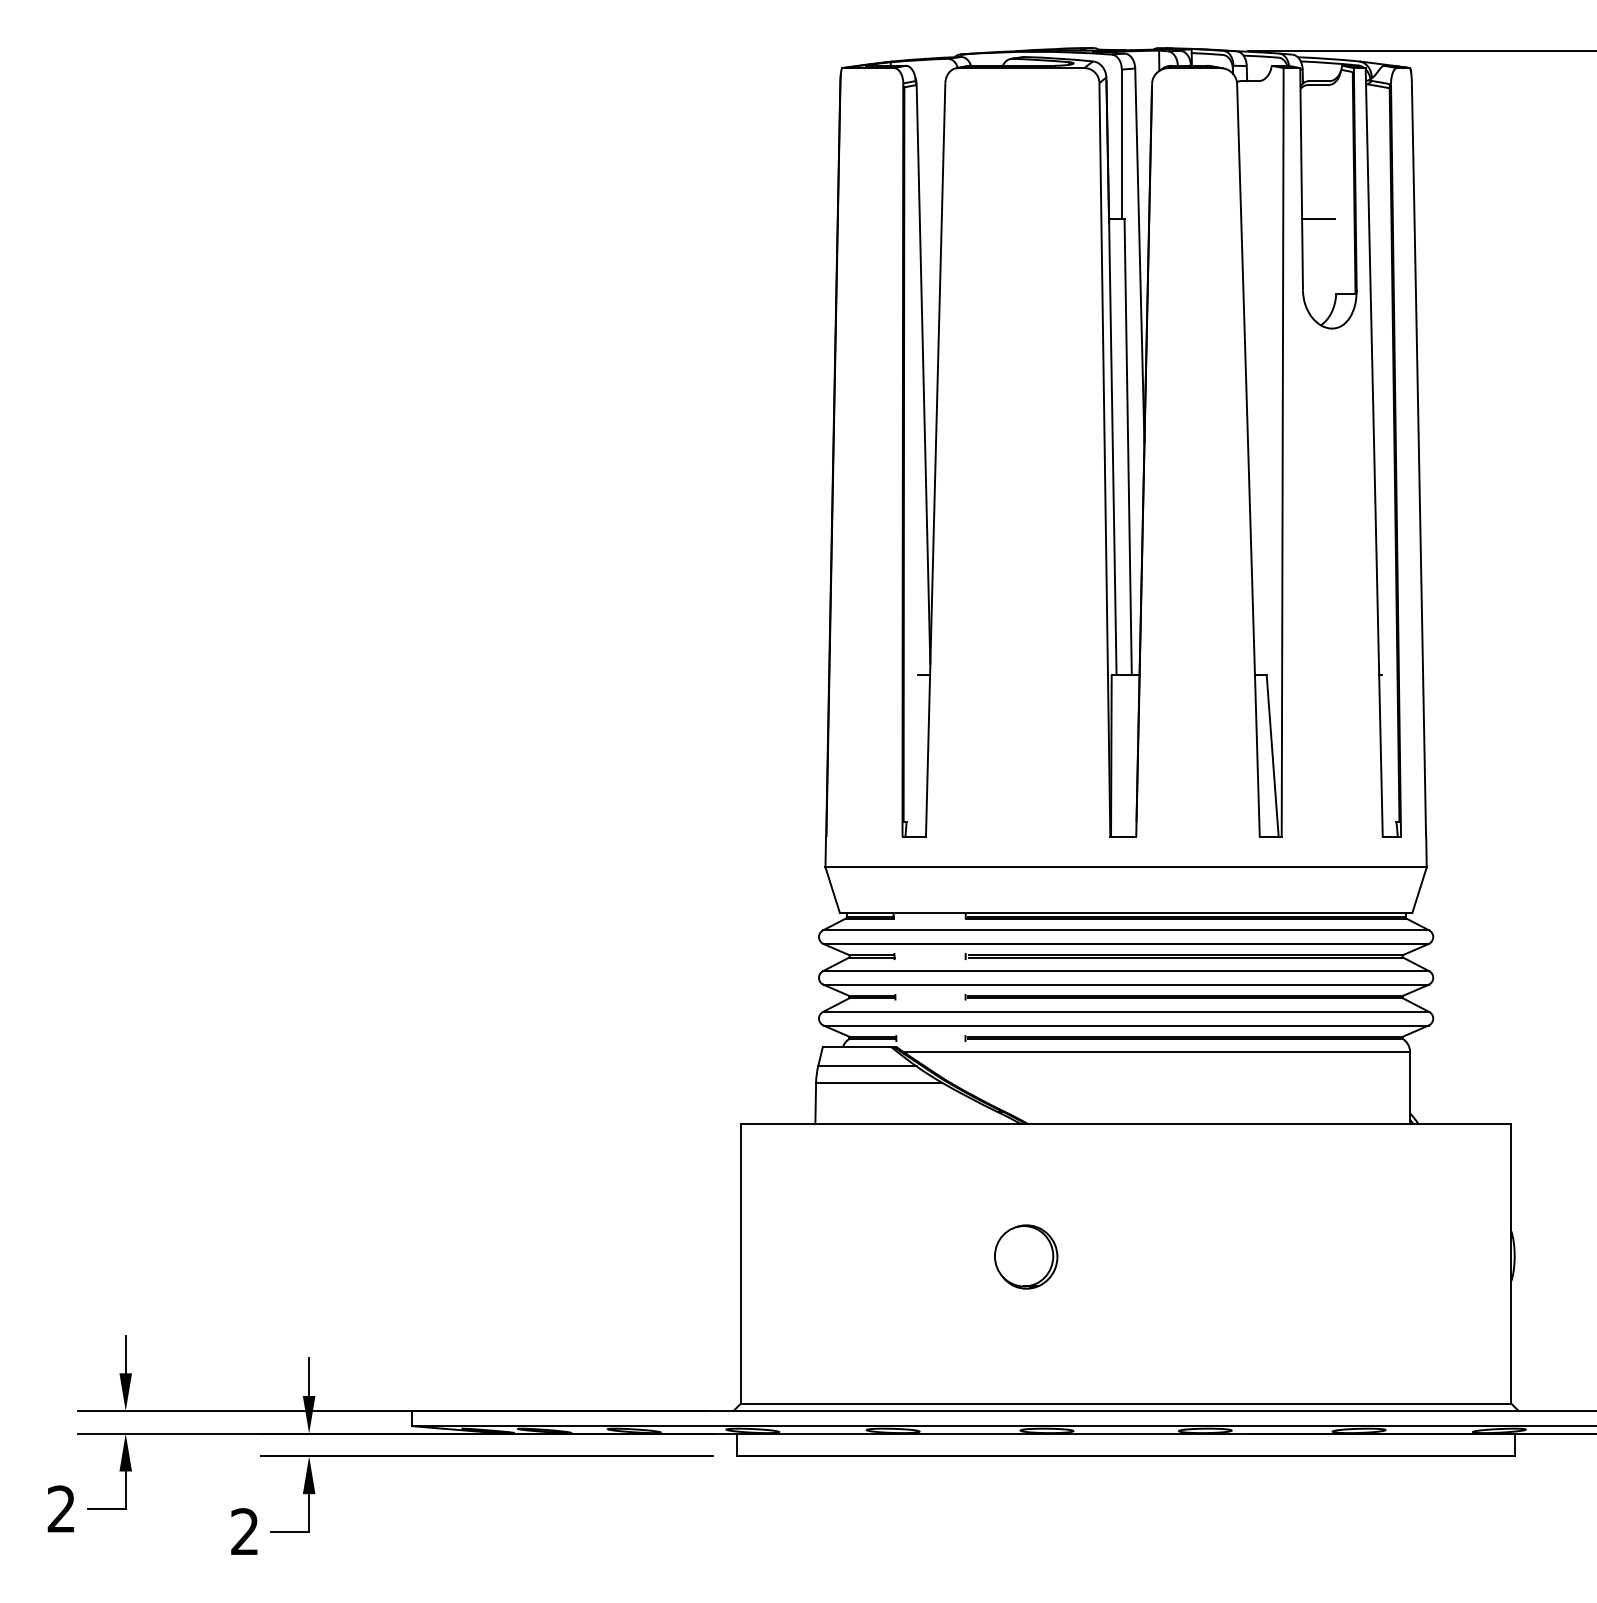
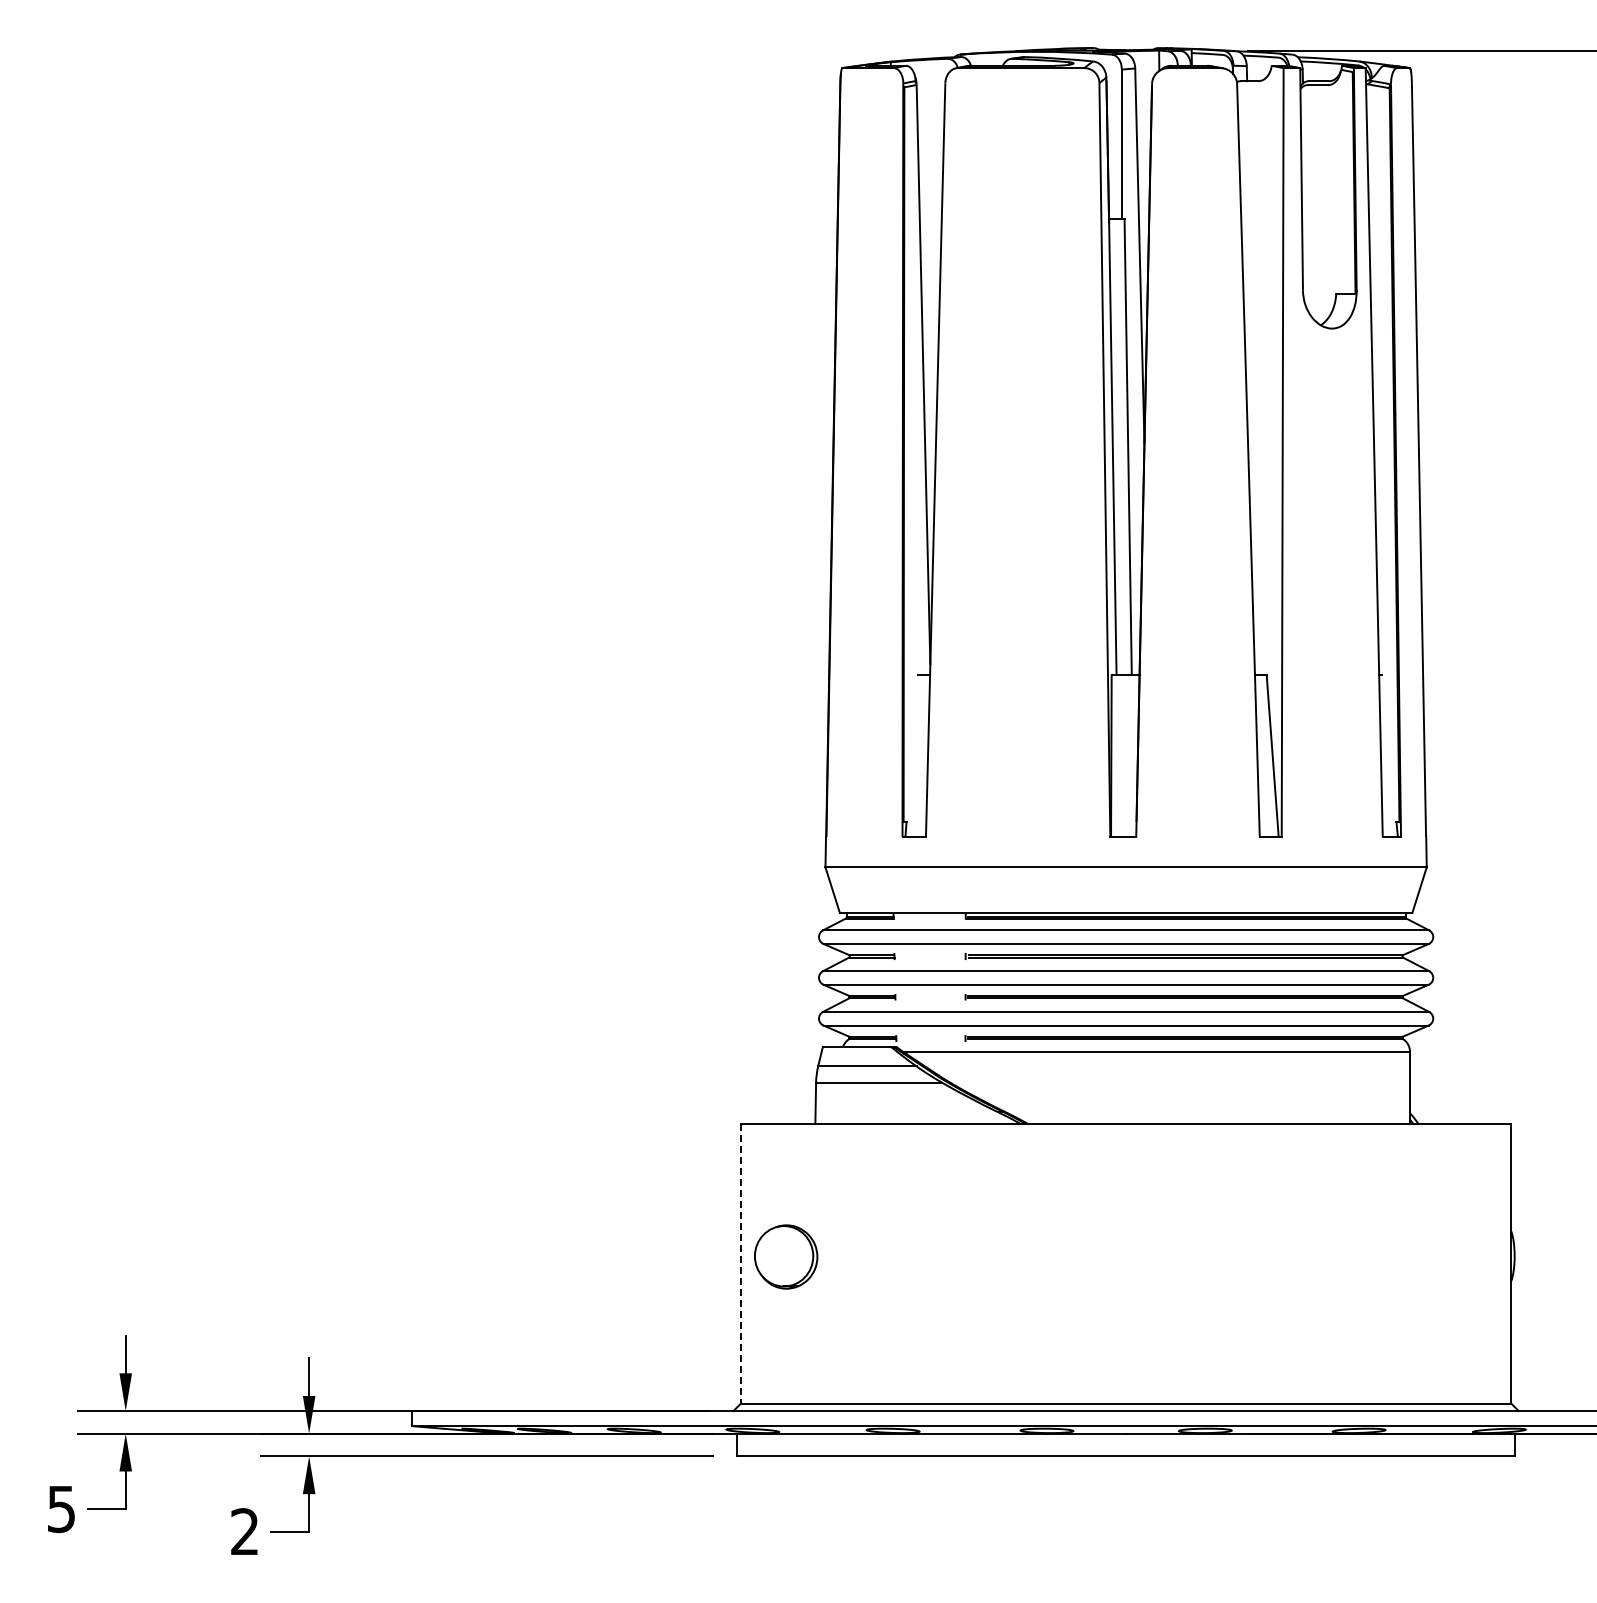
line at (1318, 219): present -> none
part at (1026, 1256) position: (1026, 1256) -> (786, 1256)
line at (741, 1263): solid -> dashed
text at (60, 1509): 2 -> 5
